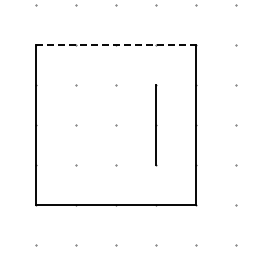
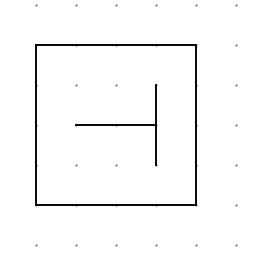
line at (116, 44): dashed -> solid
line at (115, 125): none -> present
